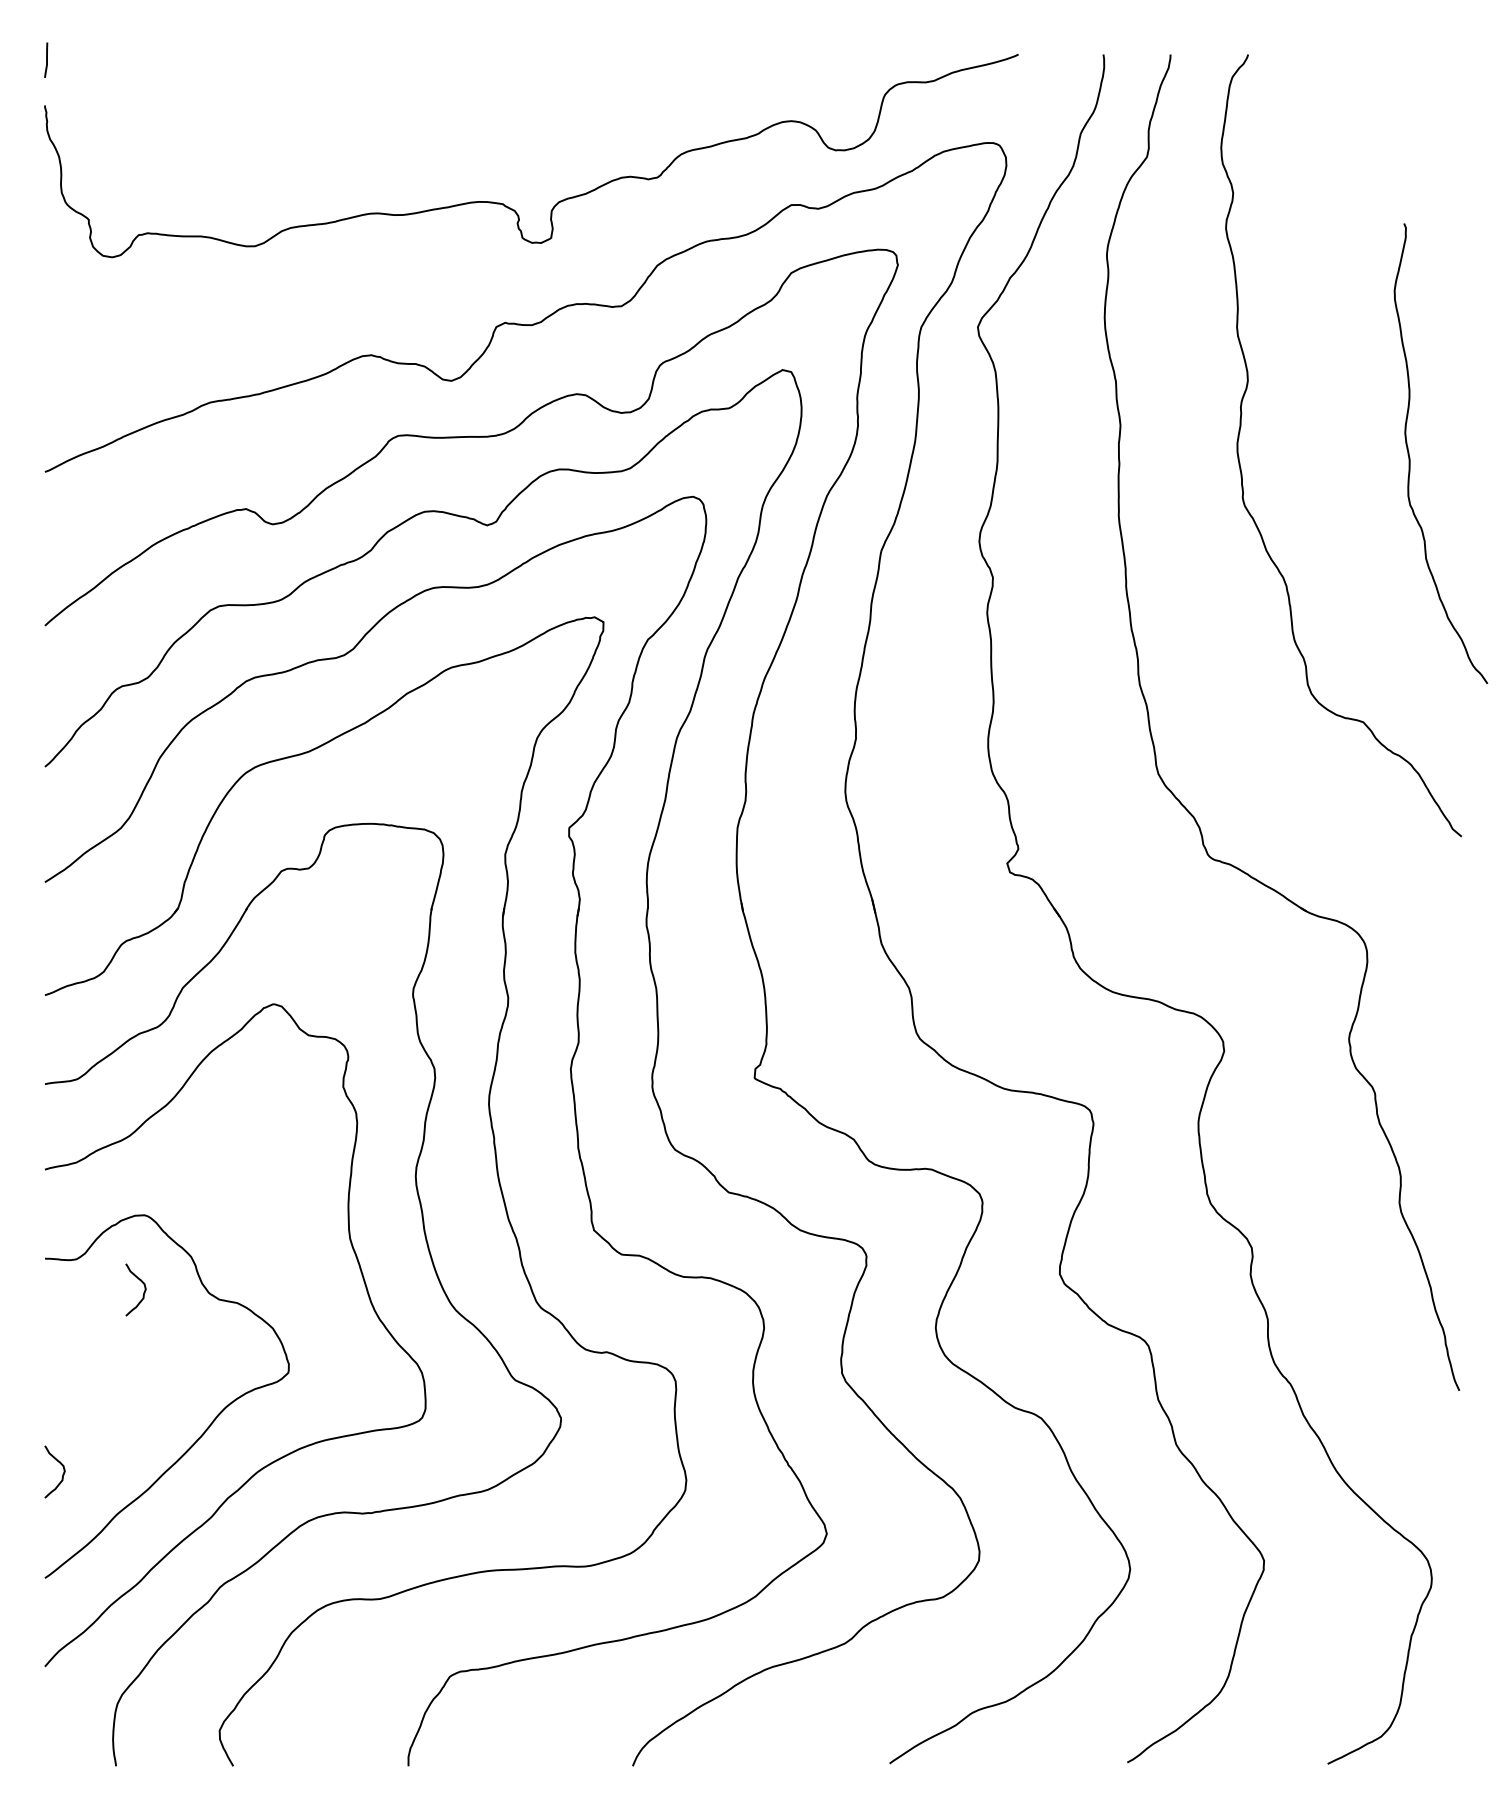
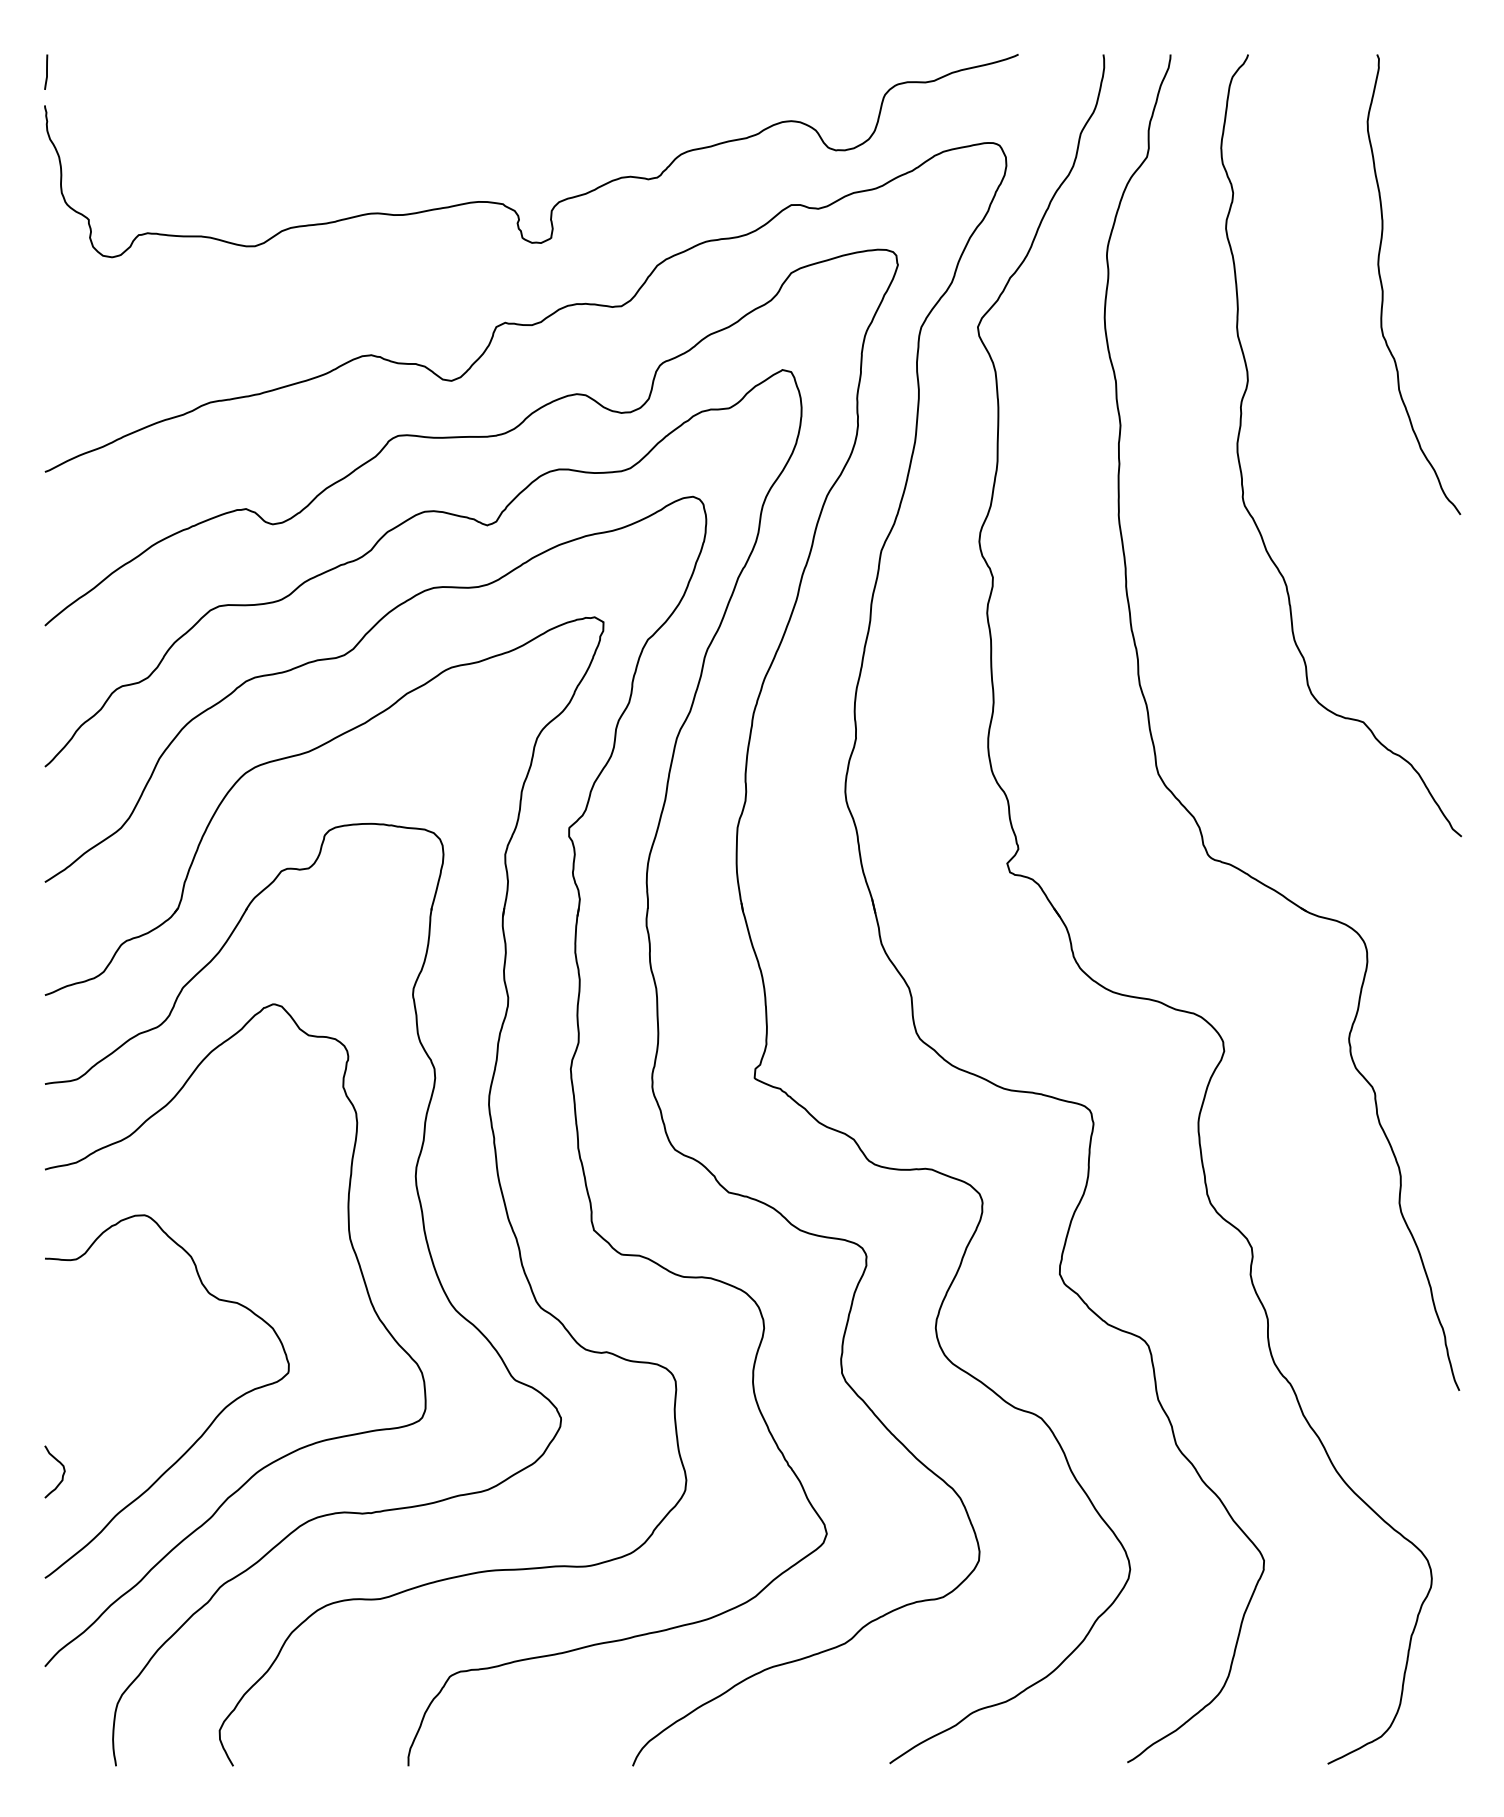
line at (46, 59) position: (46, 59) -> (46, 71)
curve at (1410, 457) position: (1410, 457) -> (1383, 288)
curve at (143, 1292): present -> none
